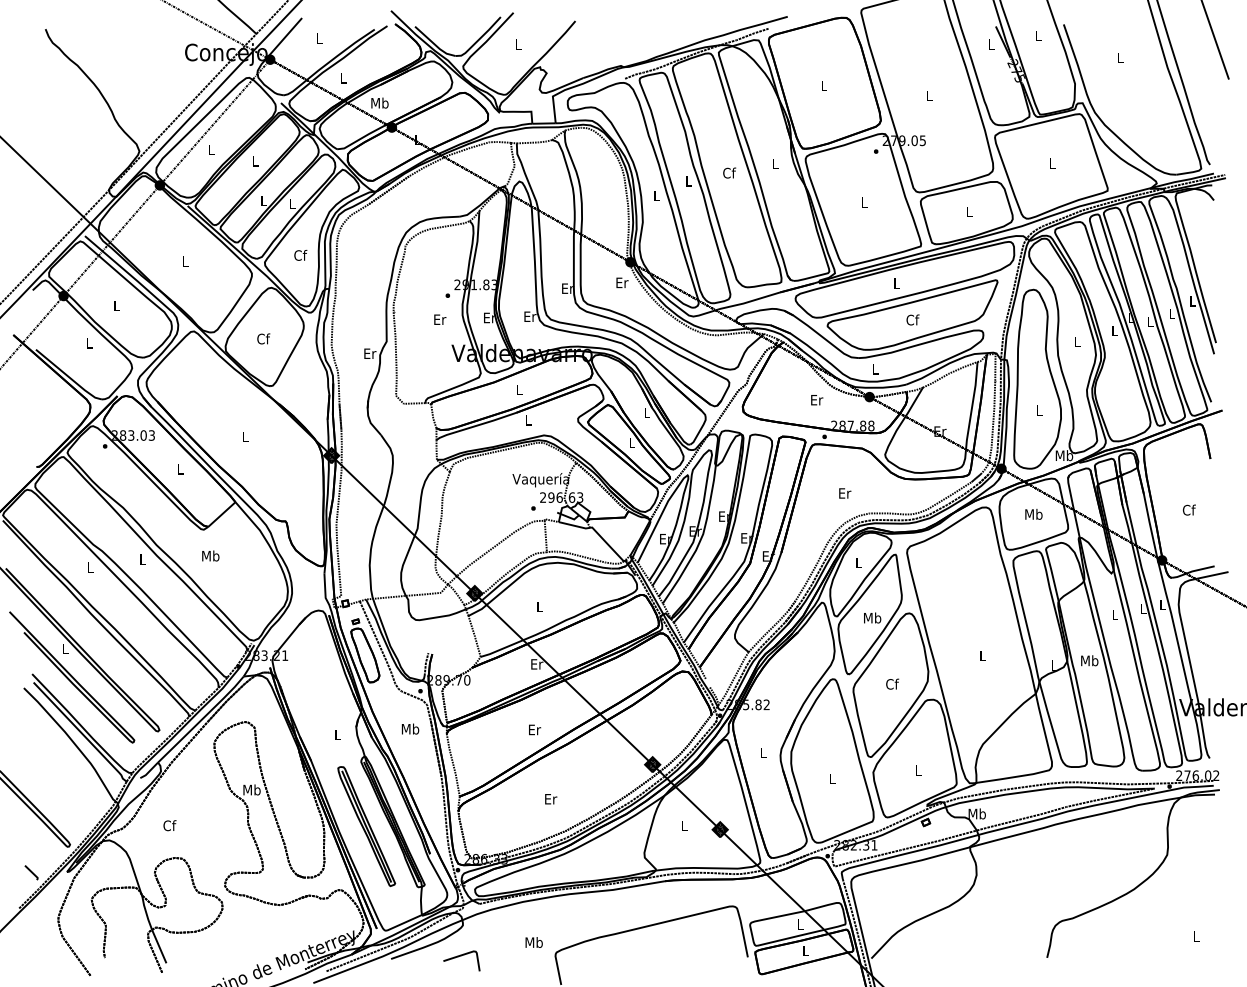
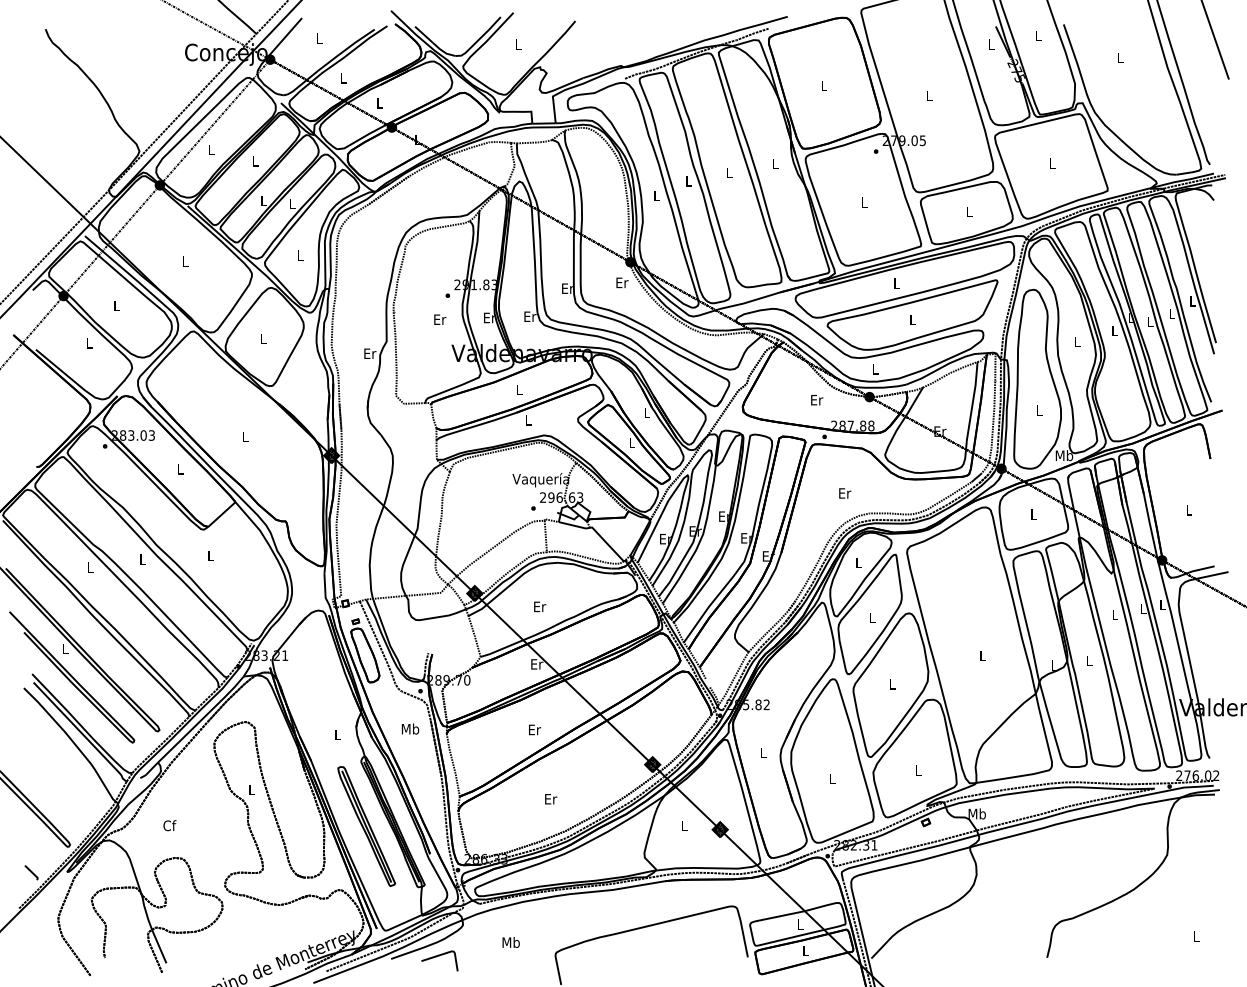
text at (379, 102): Mb -> L
text at (729, 172): Cf -> L
text at (300, 254): Cf -> L
text at (912, 319): Cf -> L
text at (263, 338): Cf -> L
text at (1188, 509): Cf -> L
text at (1033, 514): Mb -> L
text at (210, 555): Mb -> L
text at (540, 606): L -> Er
text at (872, 617): Mb -> L
text at (1089, 660): Mb -> L
text at (892, 683): Cf -> L
text at (251, 789): Mb -> L
text at (533, 942) position: (533, 942) -> (510, 942)
line at (461, 956) position: (461, 956) -> (439, 956)
